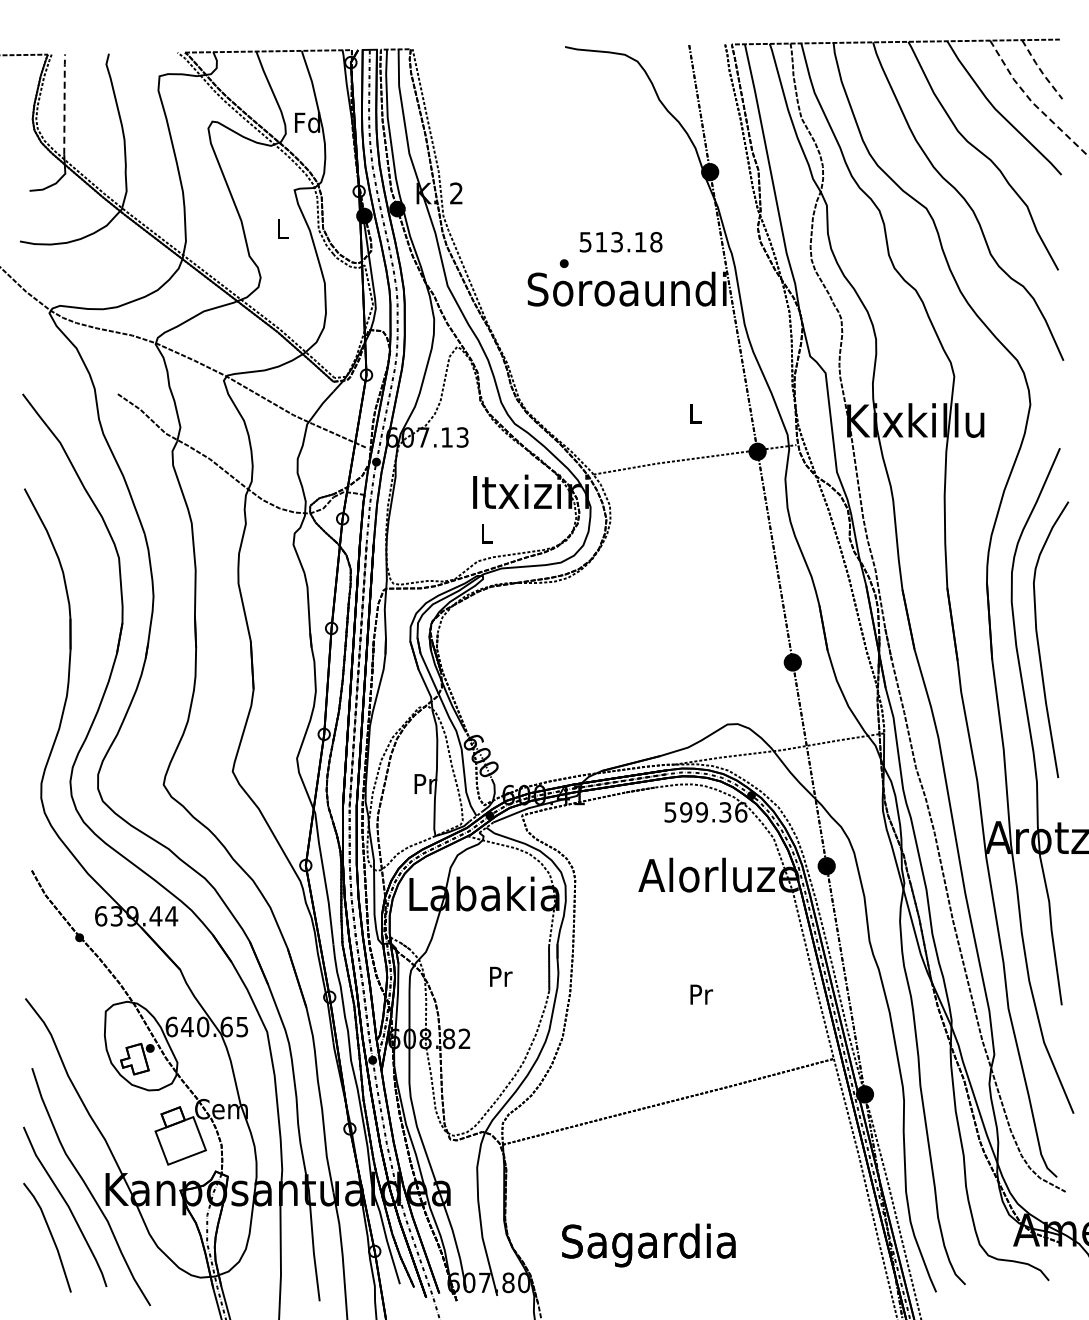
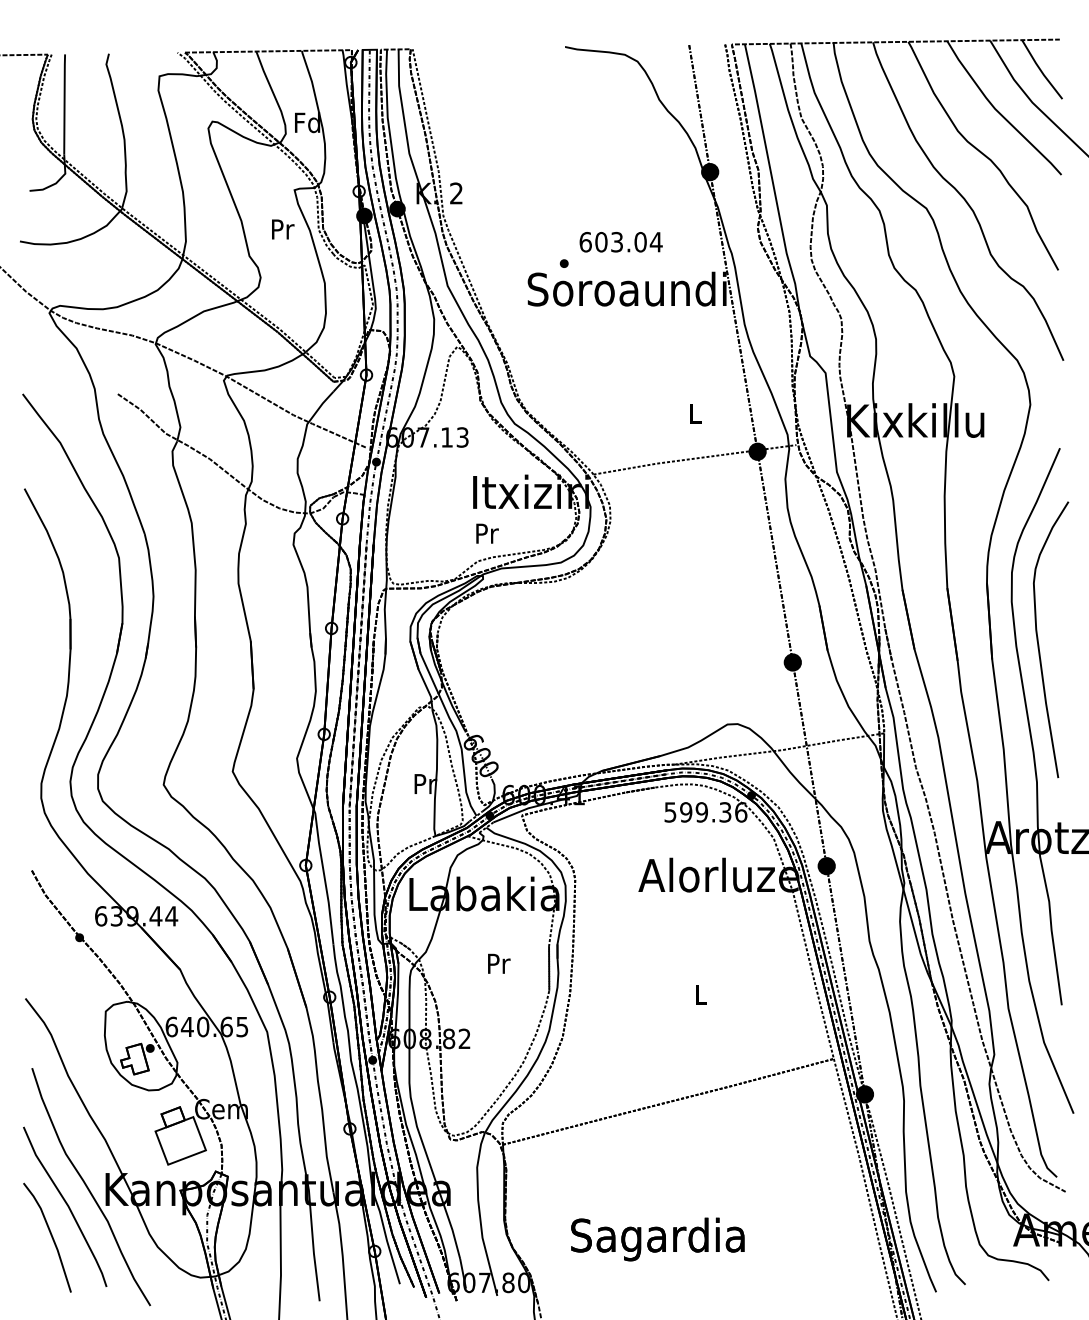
line at (1040, 70): dashed -> solid
line at (1032, 102): dashed -> solid
line at (64, 103): dashed -> solid
text at (283, 229): L -> Pr
text at (620, 241): 513.18 -> 603.04
text at (487, 533): L -> Pr
text at (501, 976) position: (501, 976) -> (499, 963)
text at (701, 994): Pr -> L
text at (648, 1245) position: (648, 1245) -> (657, 1239)
